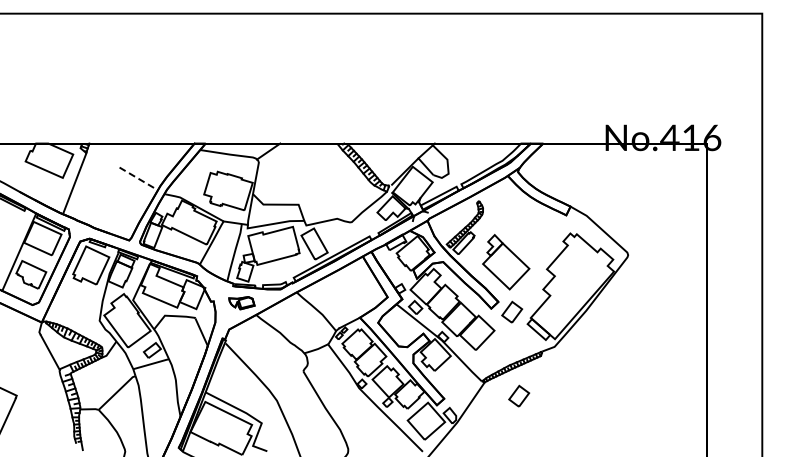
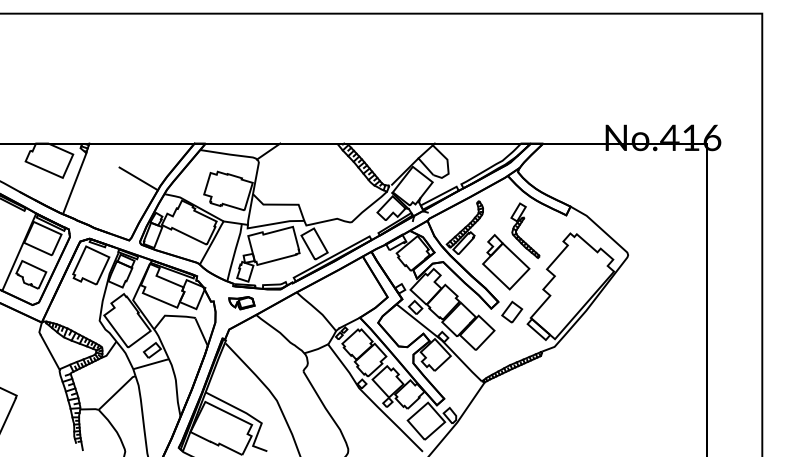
line at (139, 179): dashed -> solid
part at (519, 227): none -> present
part at (519, 395): present -> none
